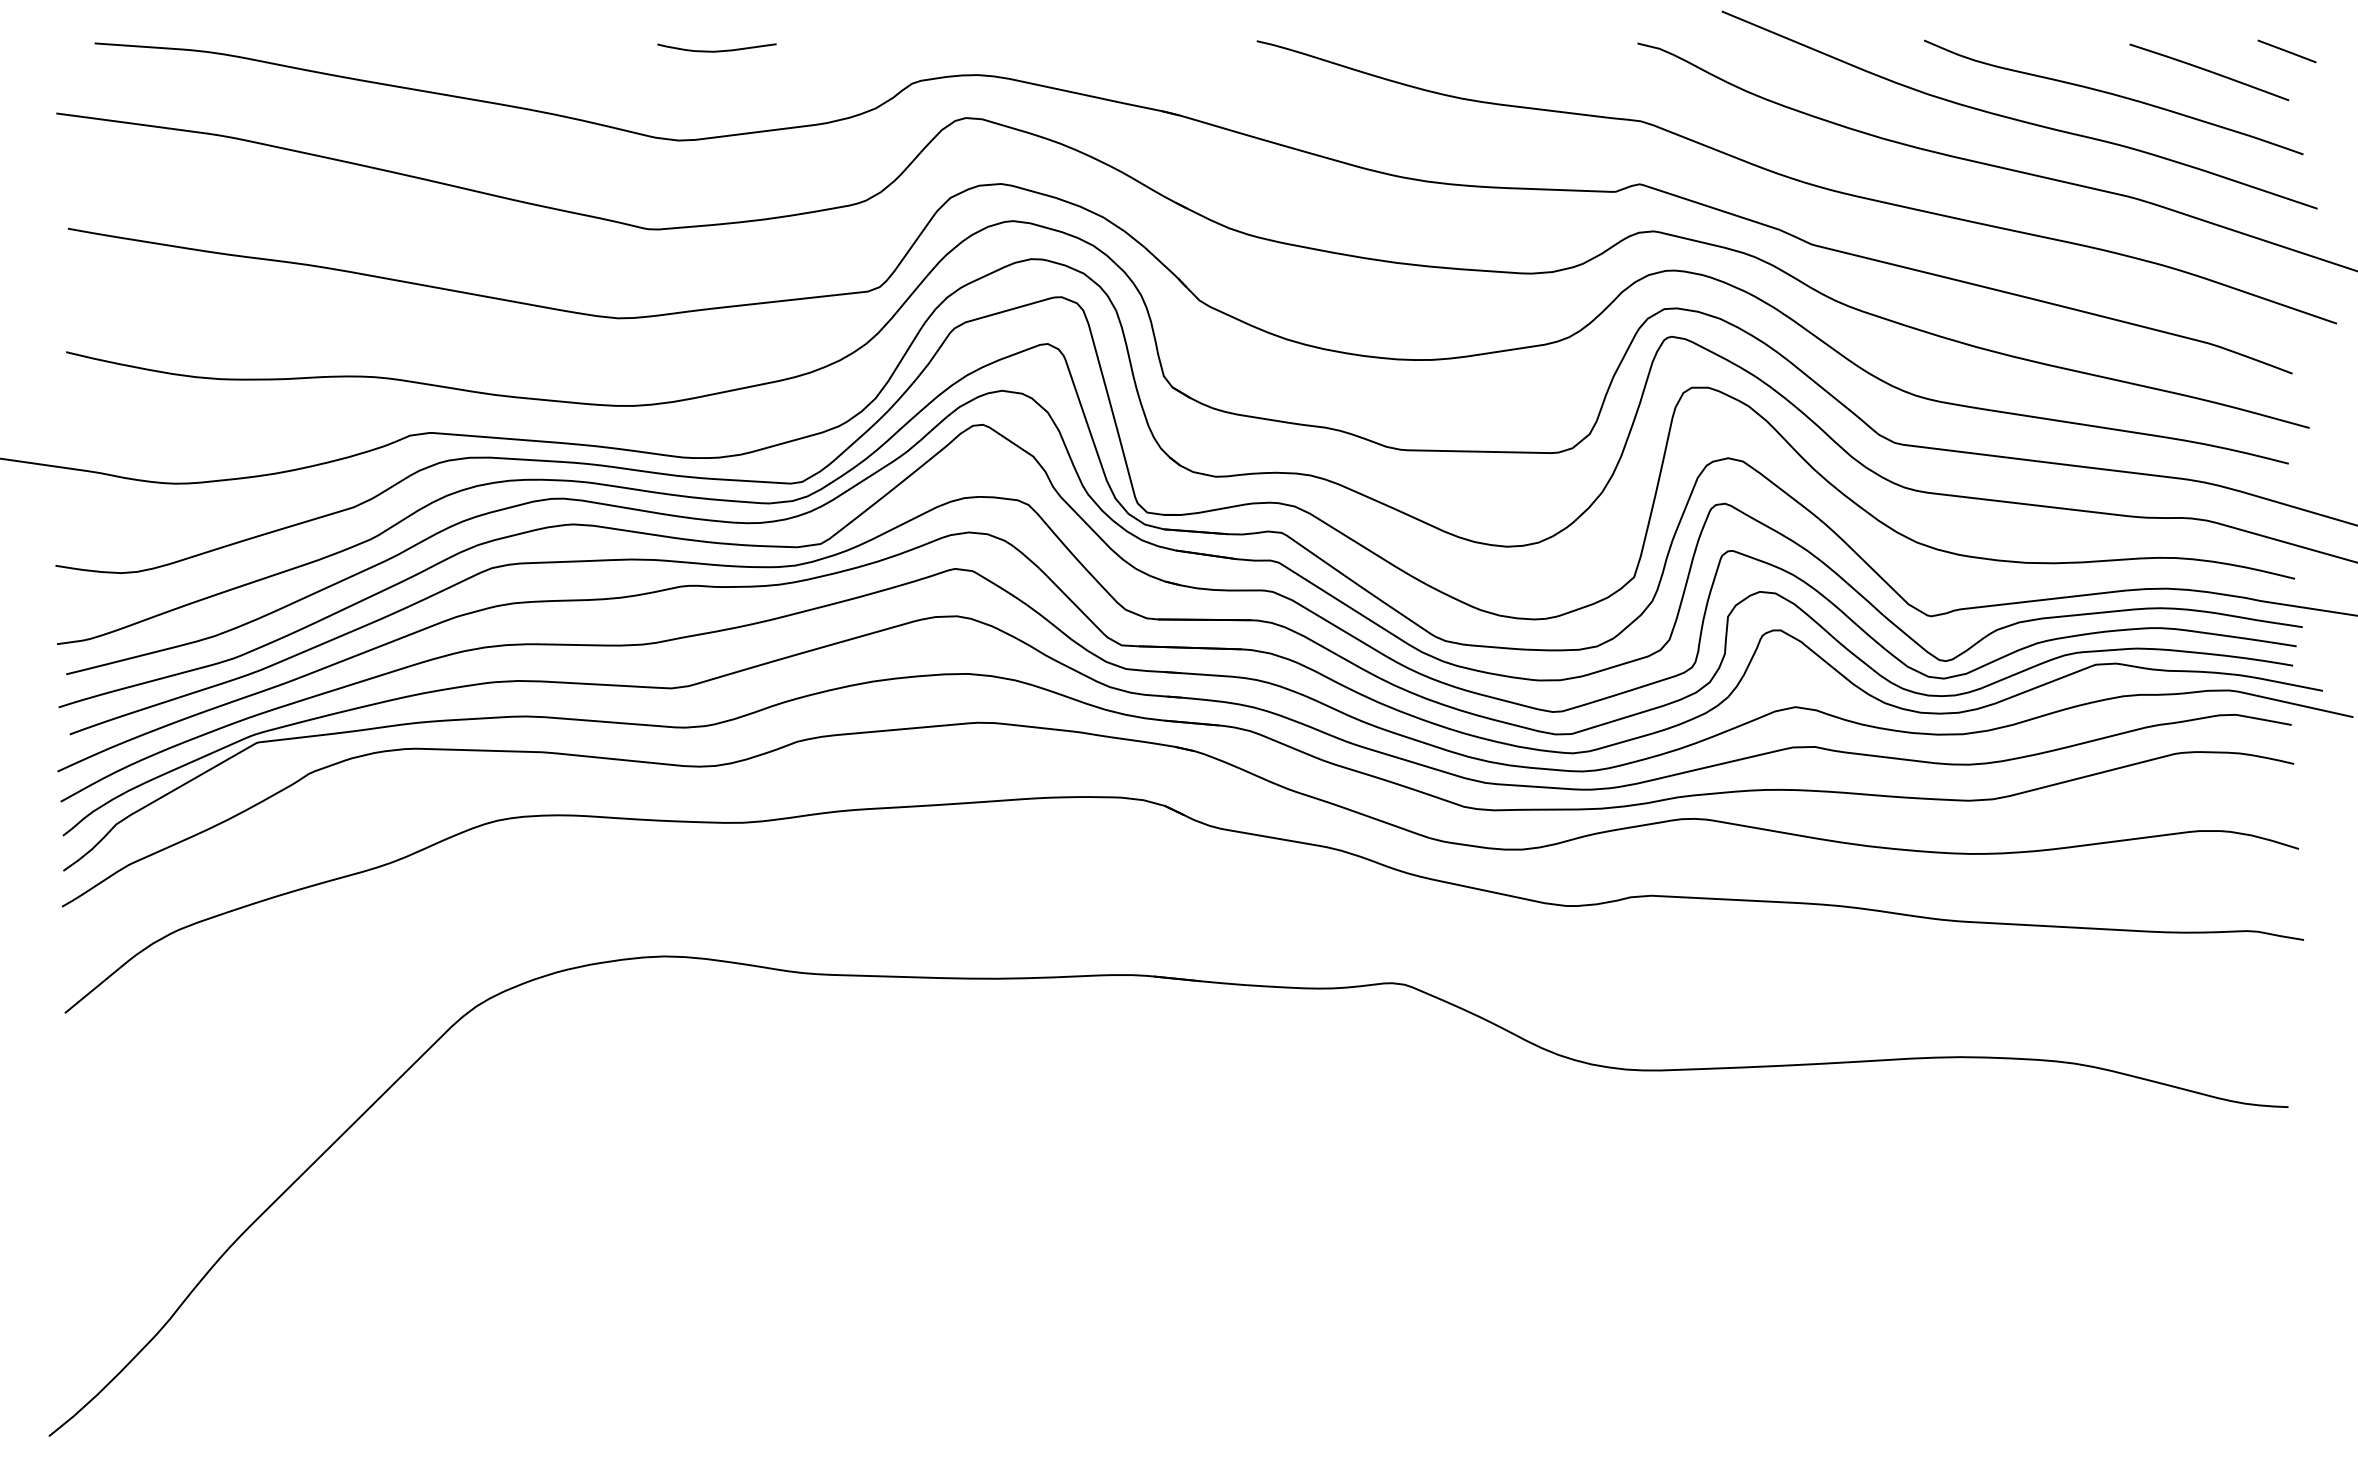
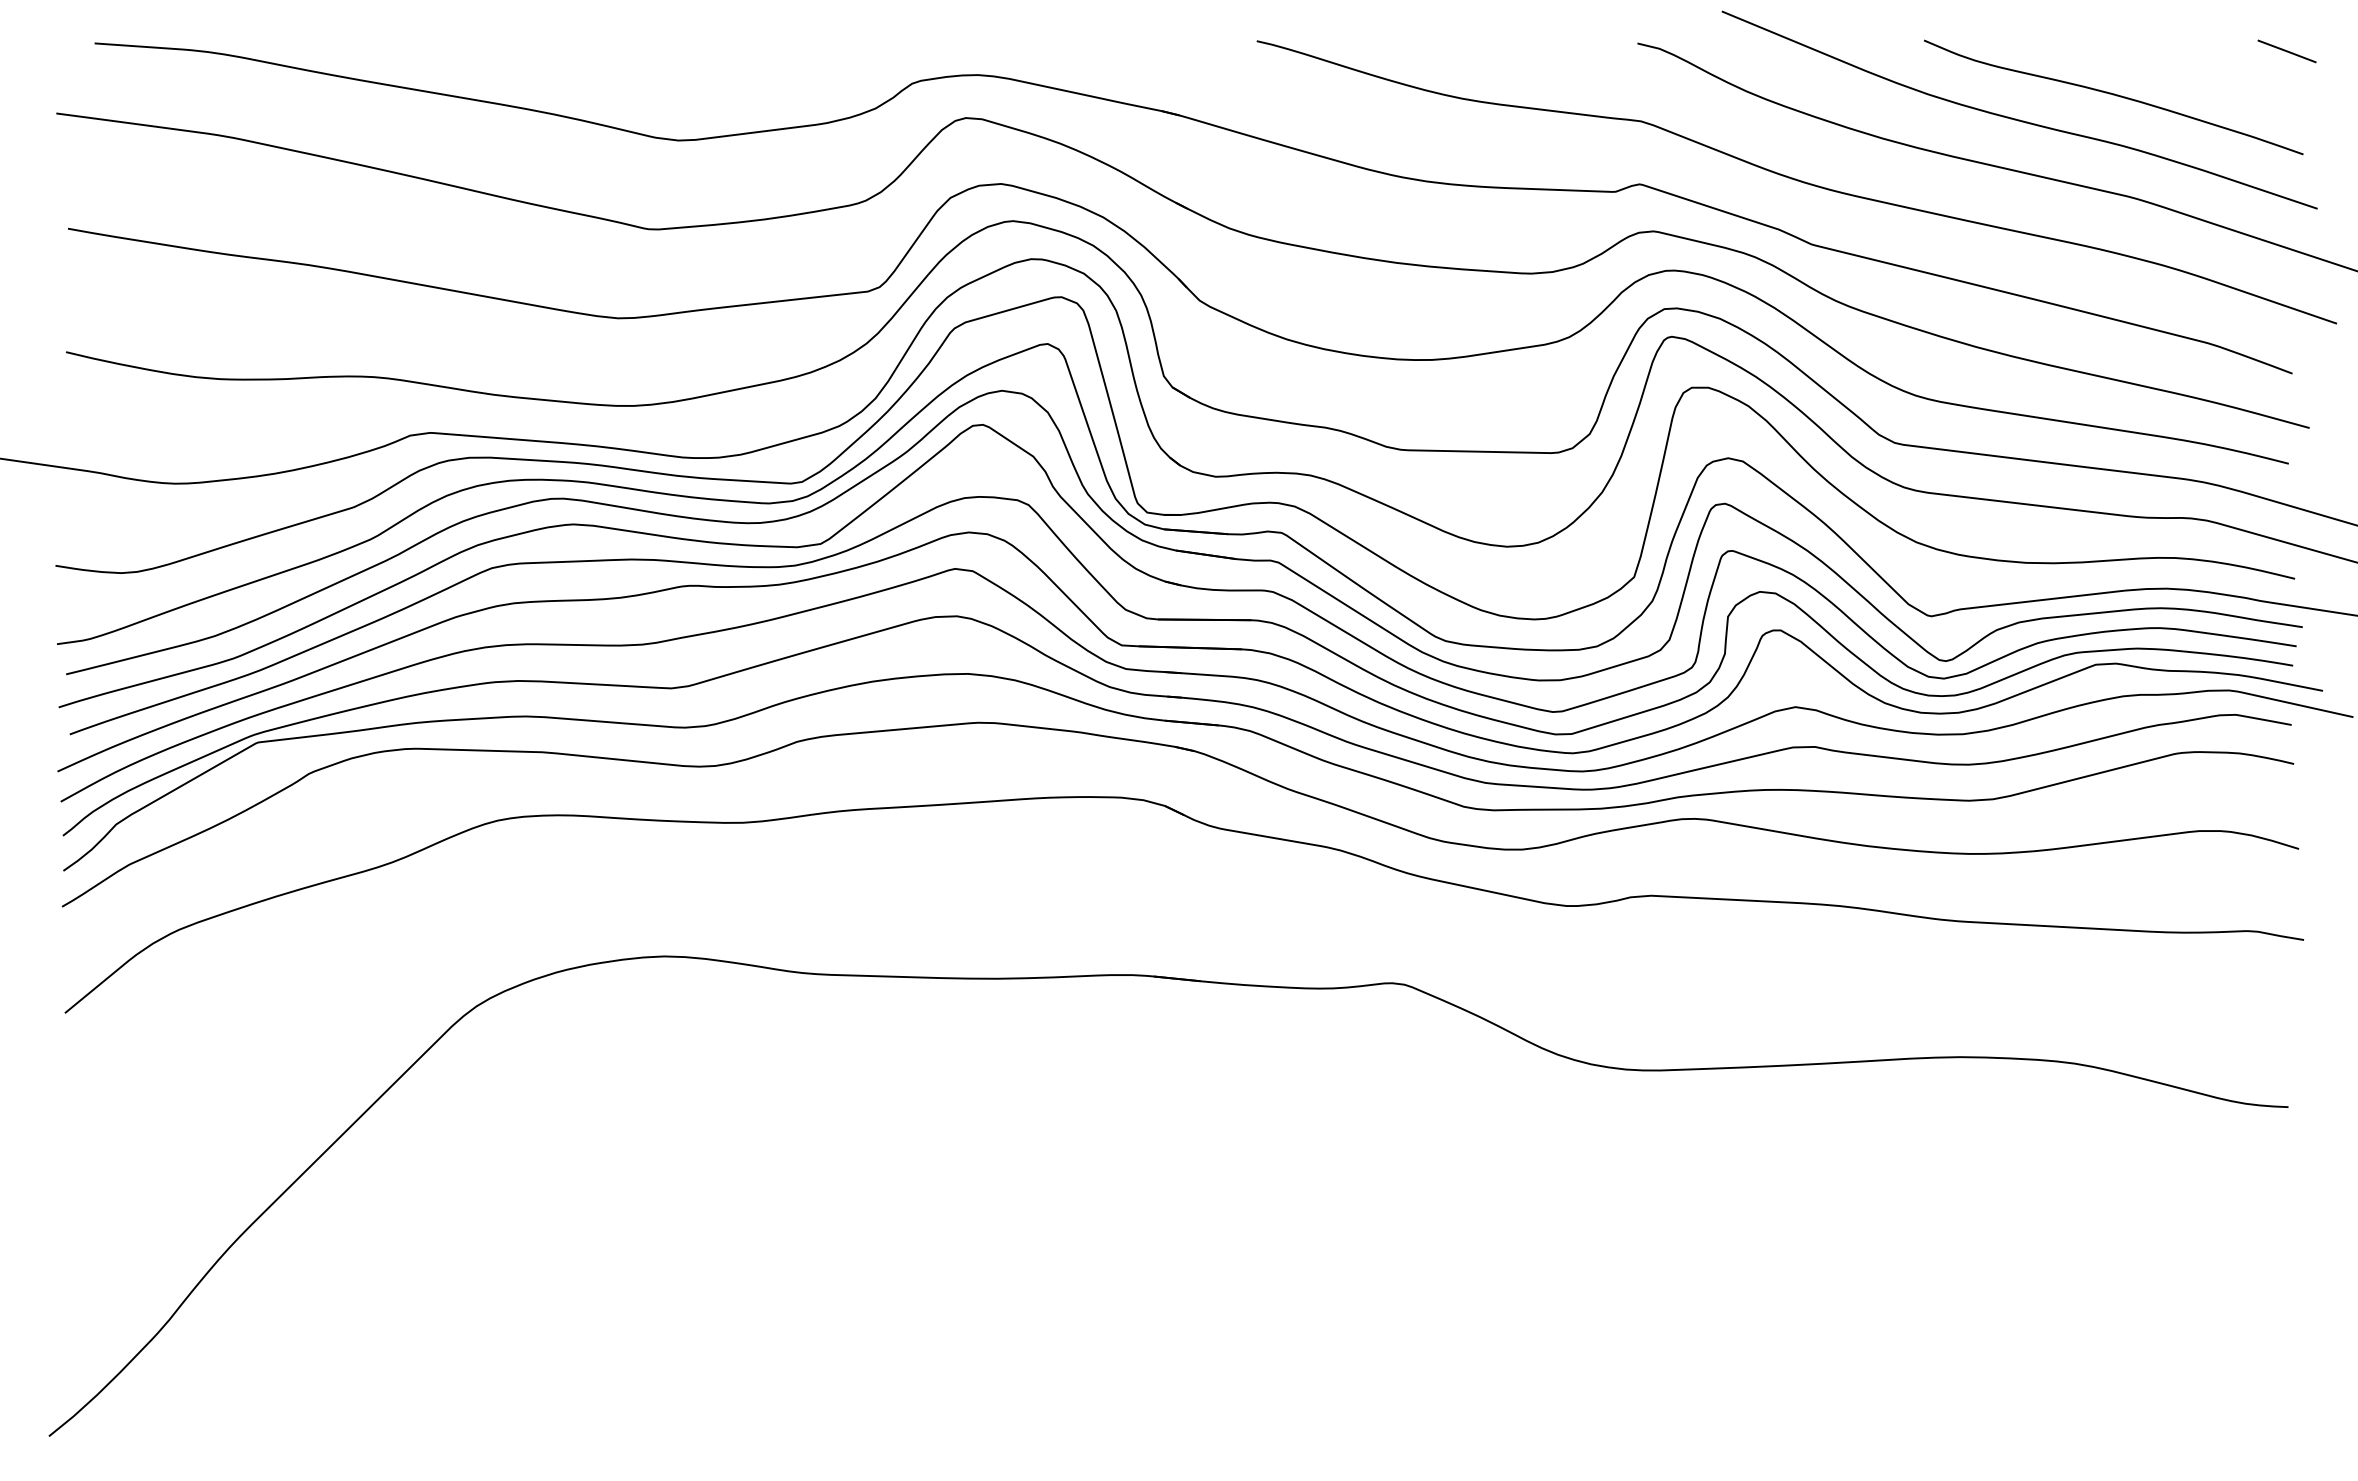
curve at (716, 50): present -> none
curve at (2209, 72): present -> none
